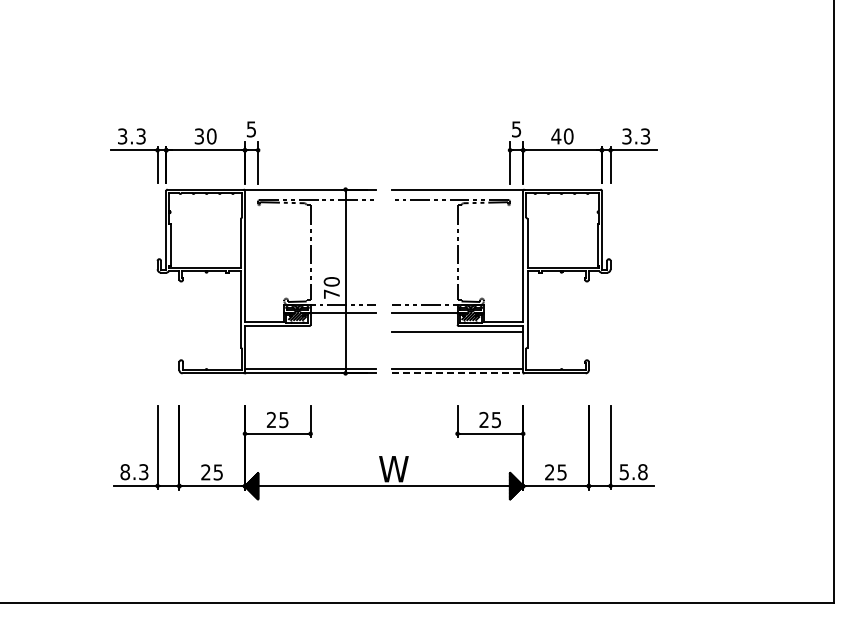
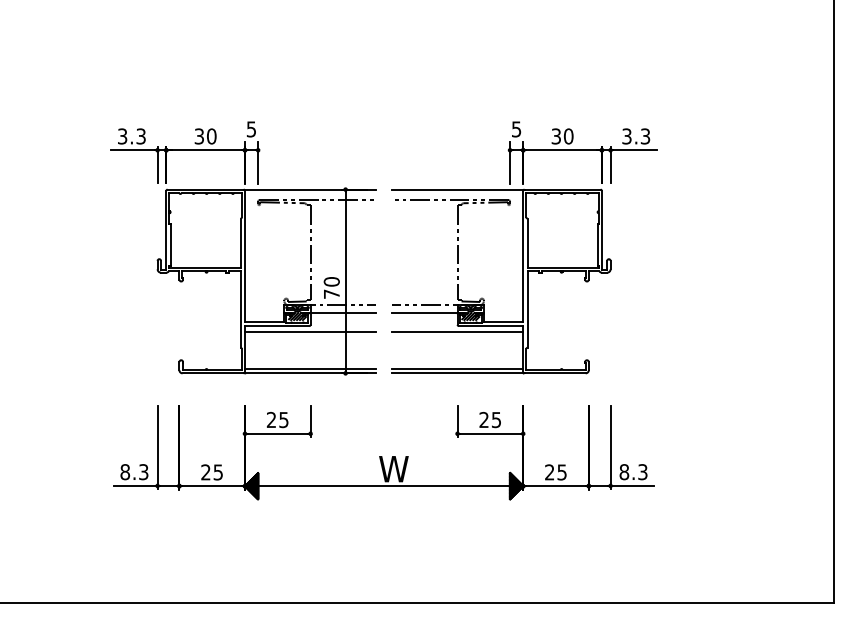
text at (556, 136): 40 -> 30
line at (310, 332): none -> present
line at (458, 373): dashed -> solid
text at (633, 472): 5.8 -> 8.3
